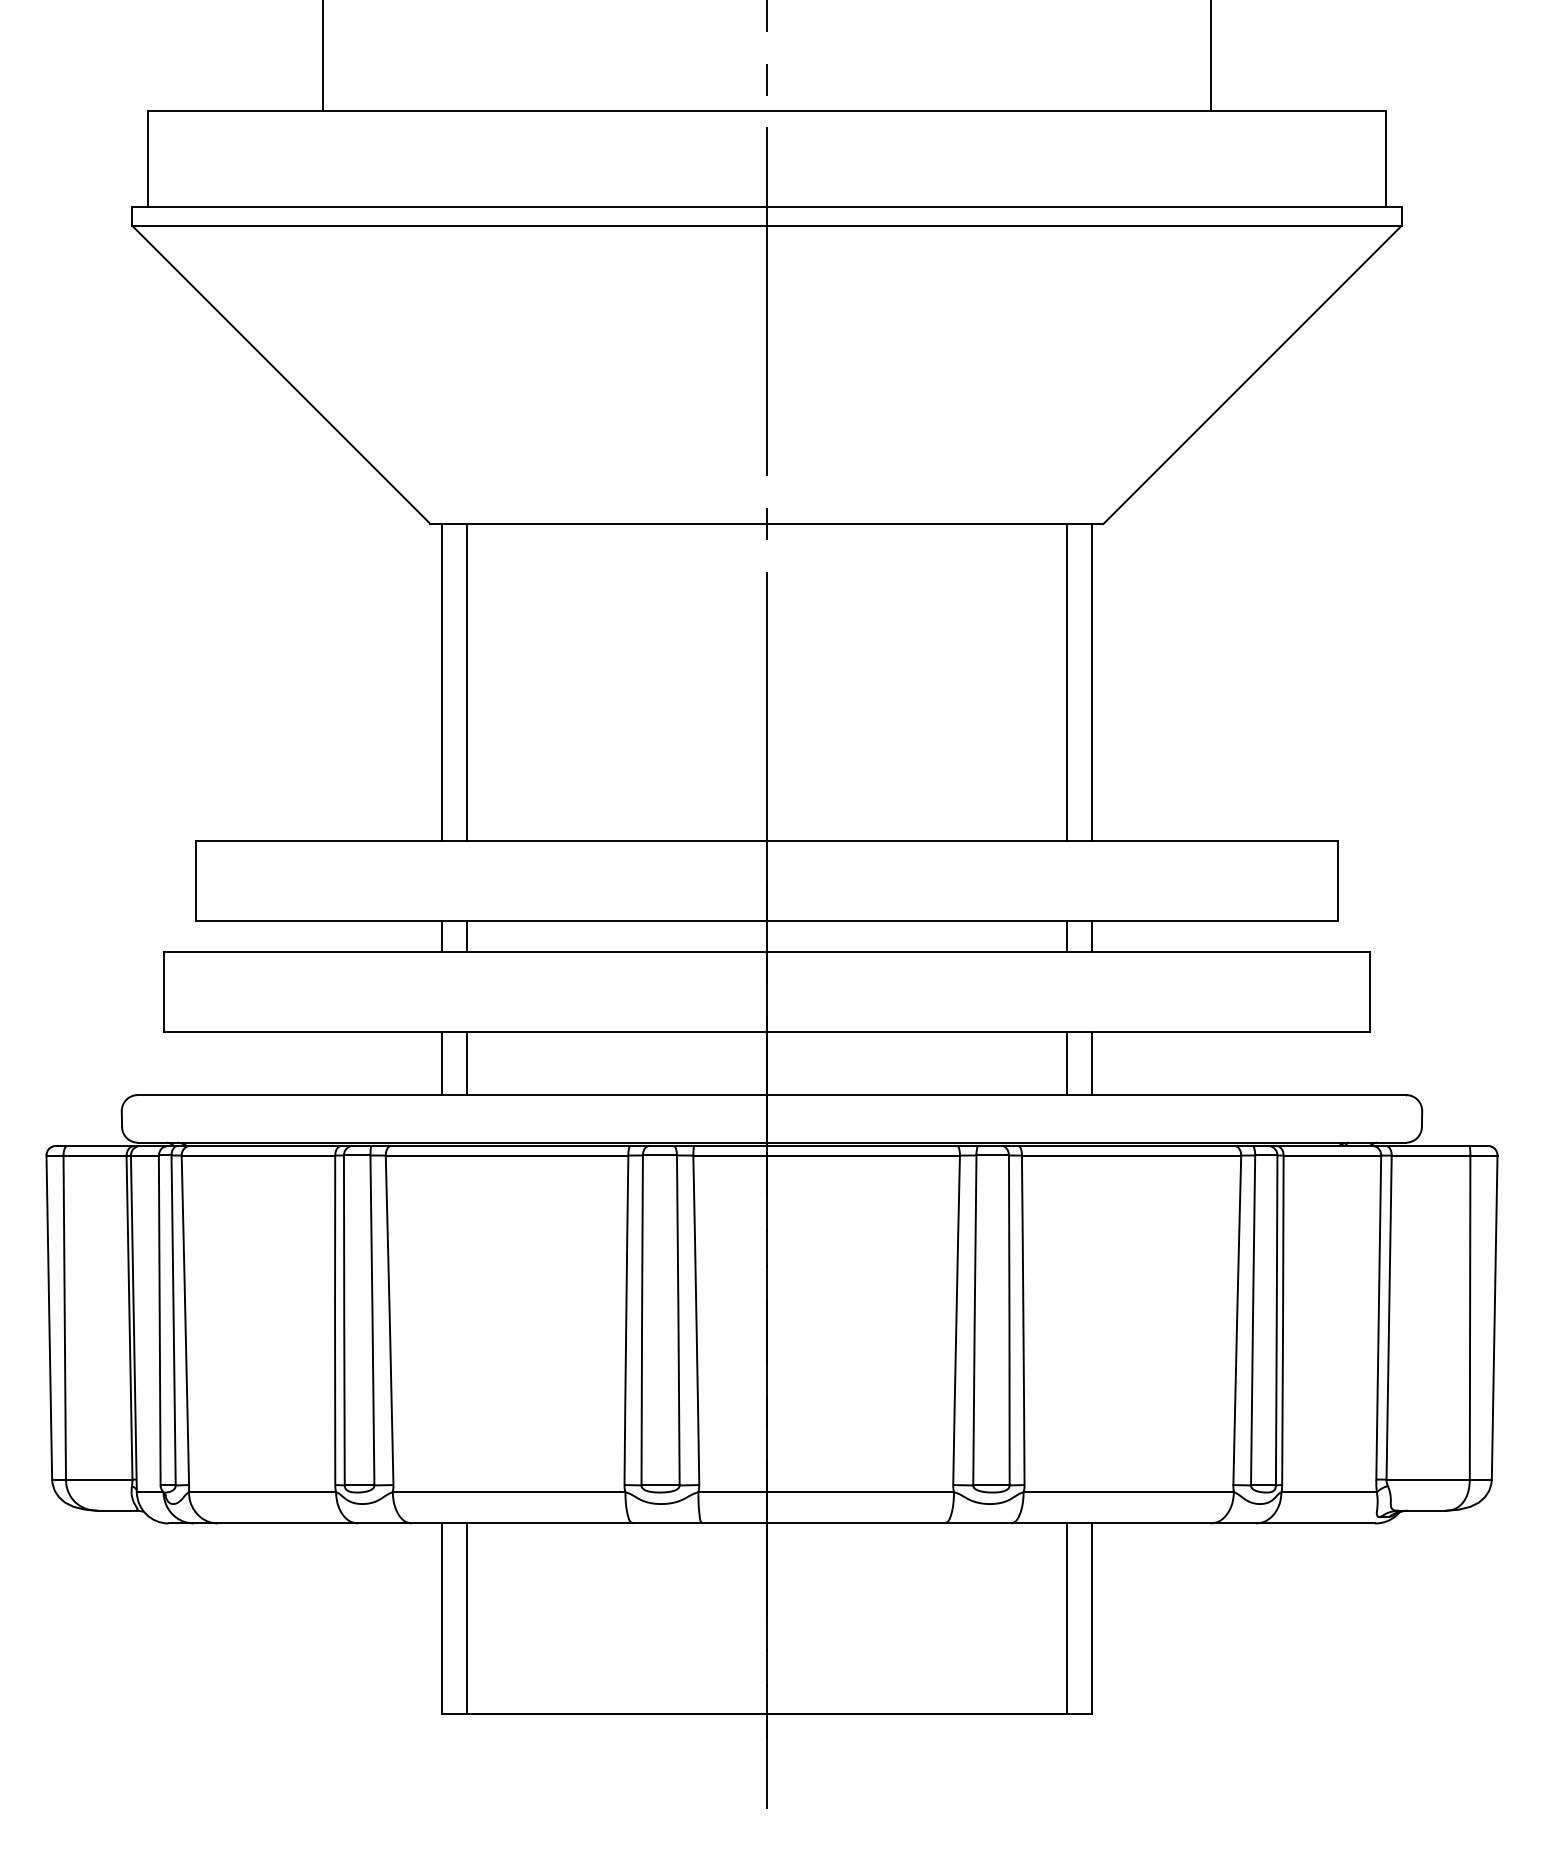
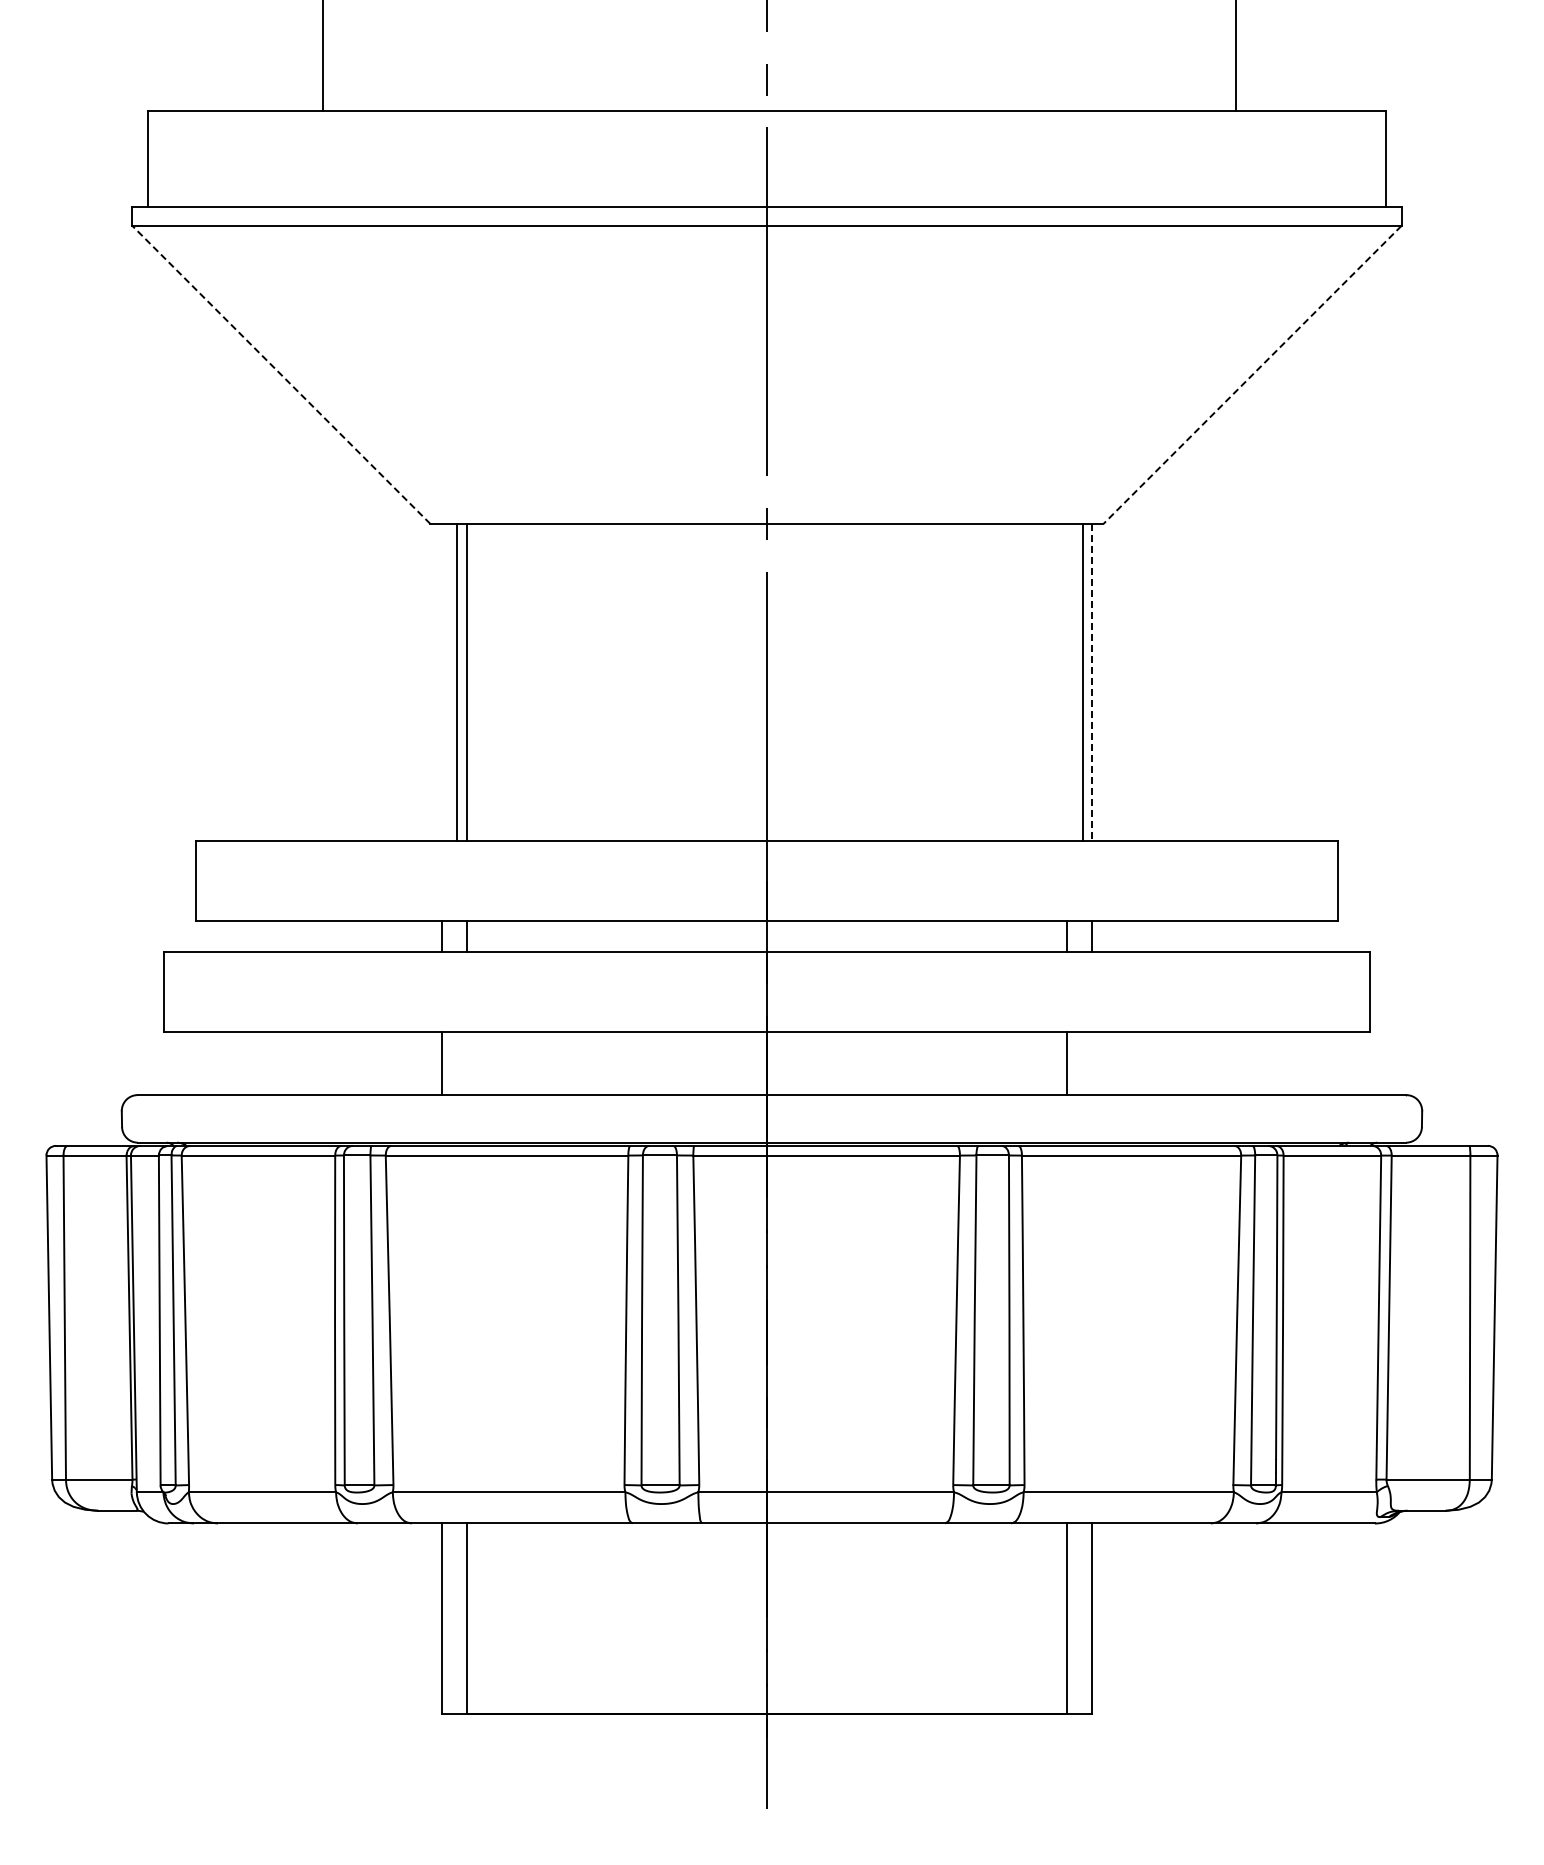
line at (1211, 56) position: (1211, 56) -> (1236, 56)
line at (281, 374): solid -> dashed
line at (1252, 374): solid -> dashed
line at (441, 682) position: (441, 682) -> (456, 682)
line at (1066, 682) position: (1066, 682) -> (1082, 682)
line at (1092, 682): solid -> dashed
line at (467, 1063): present -> none
line at (1092, 1063): present -> none
